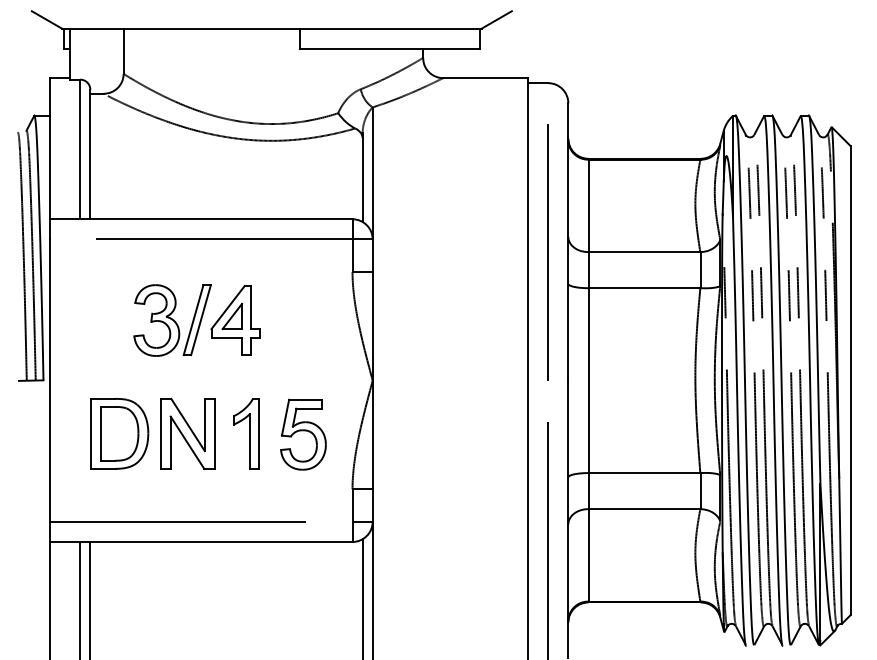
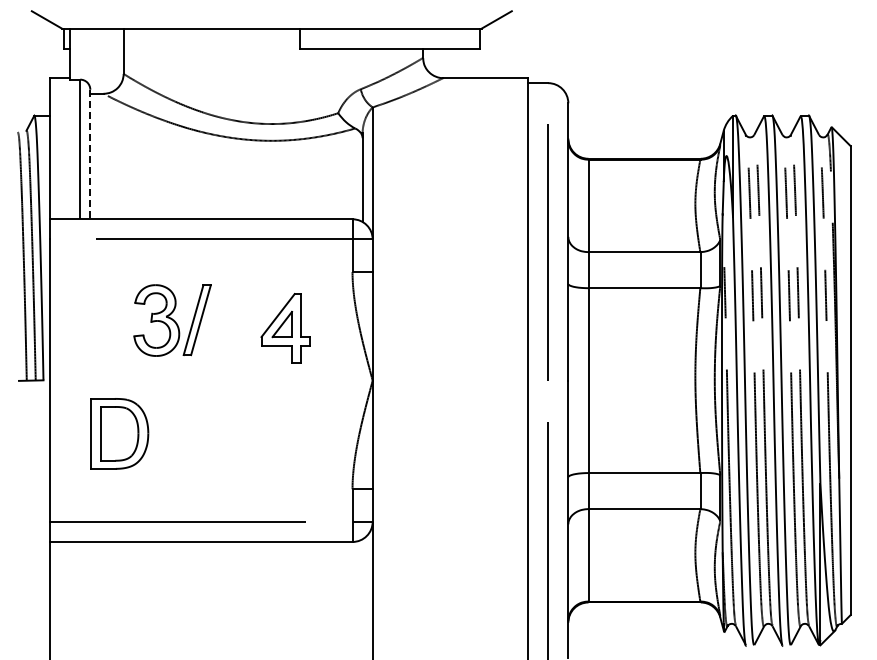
line at (90, 154): solid -> dashed
part at (235, 320) position: (235, 320) -> (285, 328)
part at (187, 433): present -> none
part at (246, 433): present -> none
part at (303, 434): present -> none
line at (362, 597): present -> none
line at (80, 598): present -> none
line at (90, 598): present -> none
